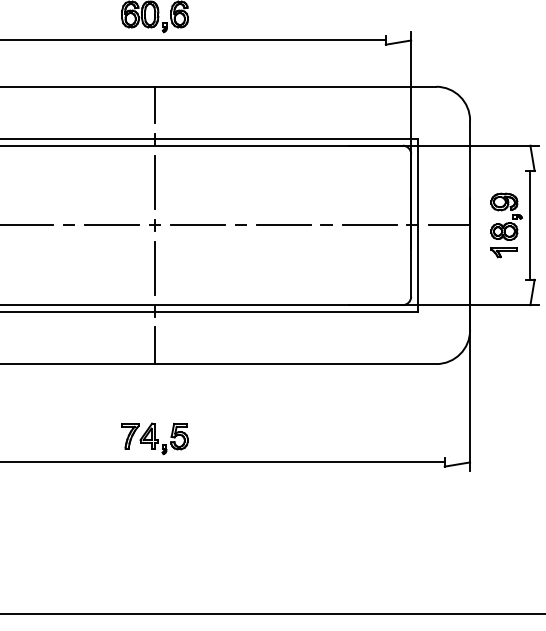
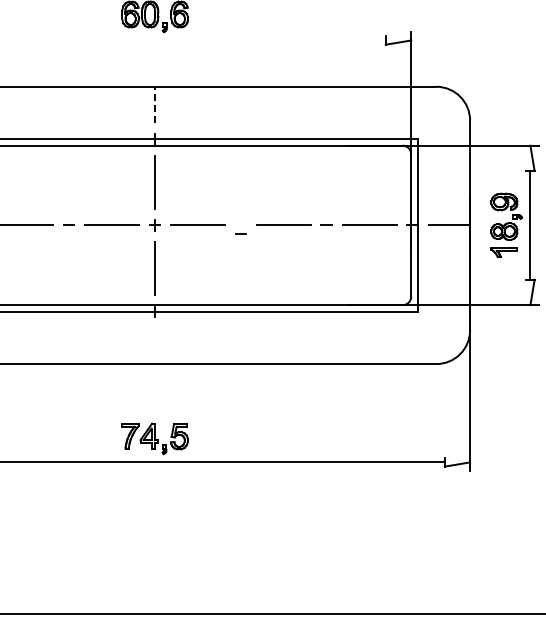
line at (193, 40): present -> none
line at (155, 104): solid -> dashed
line at (240, 224) position: (240, 224) -> (240, 233)
line at (155, 345): present -> none
